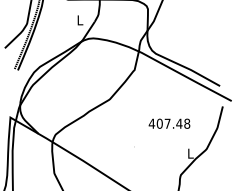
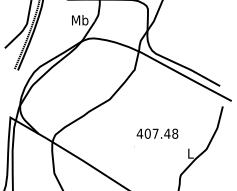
text at (80, 20): L -> Mb
text at (169, 123) position: (169, 123) -> (157, 133)
